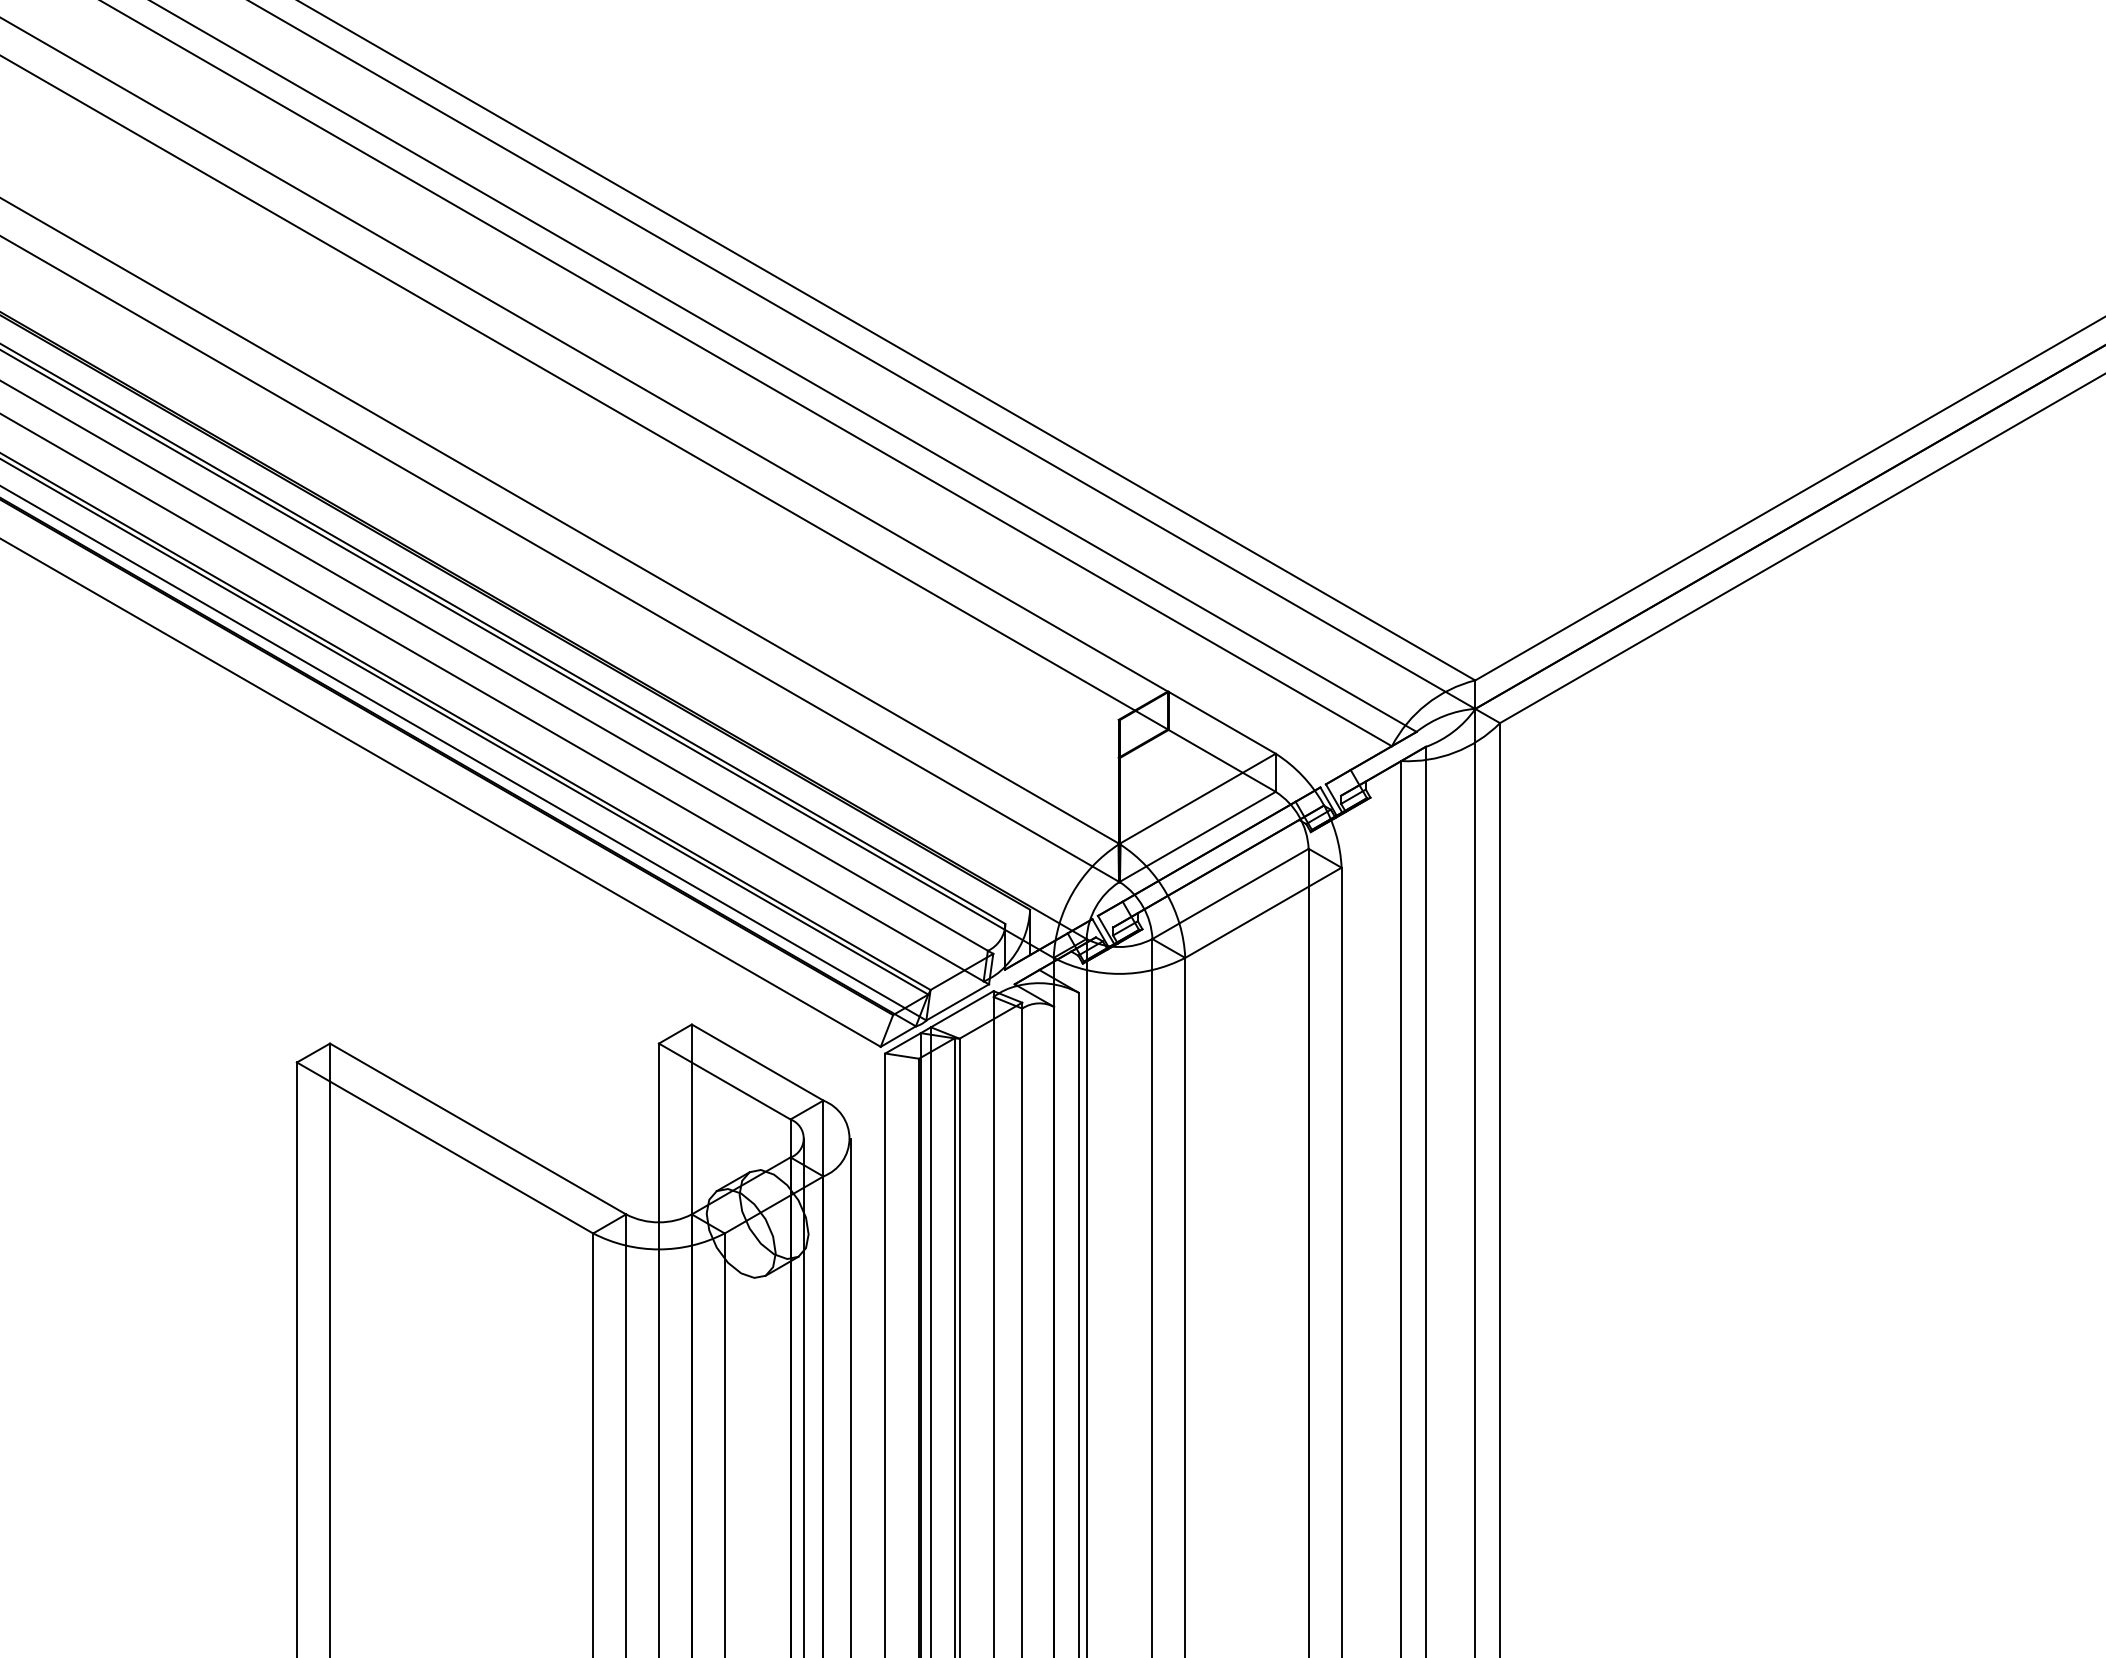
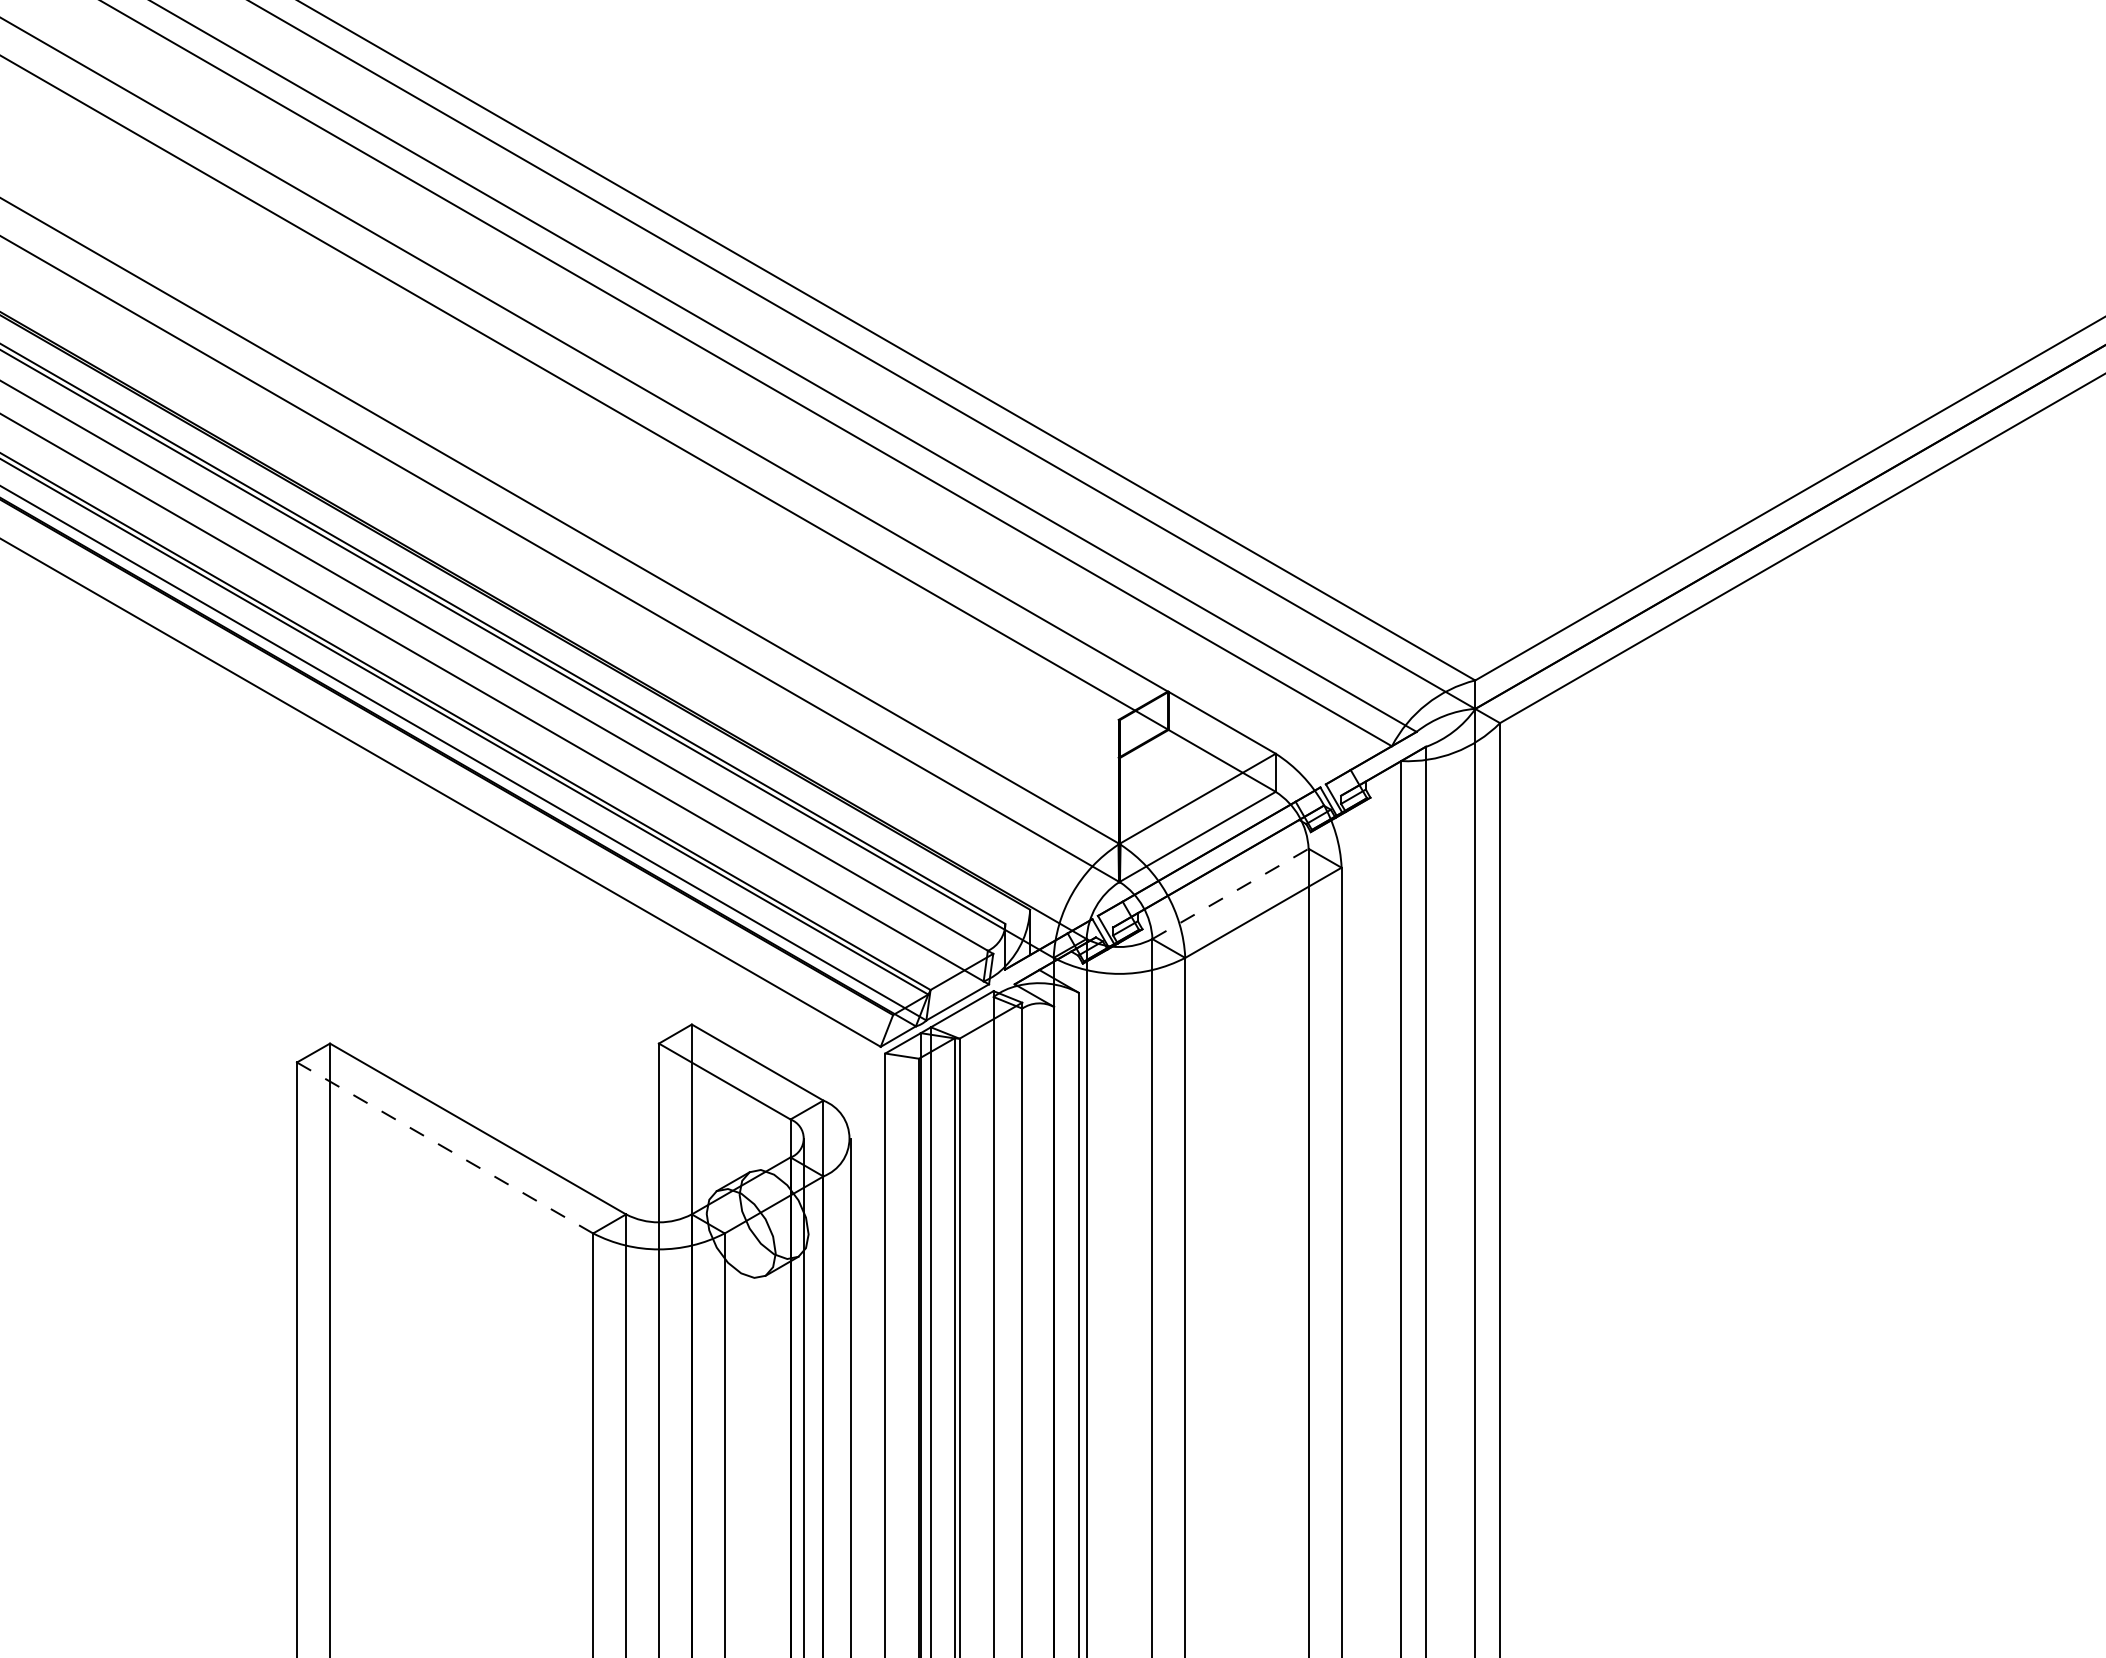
line at (1230, 893): solid -> dashed
line at (444, 1147): solid -> dashed
